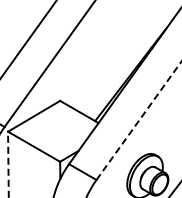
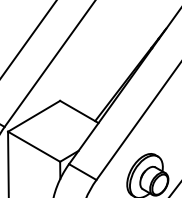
line at (139, 120): dashed -> solid
line at (8, 164): dashed -> solid
